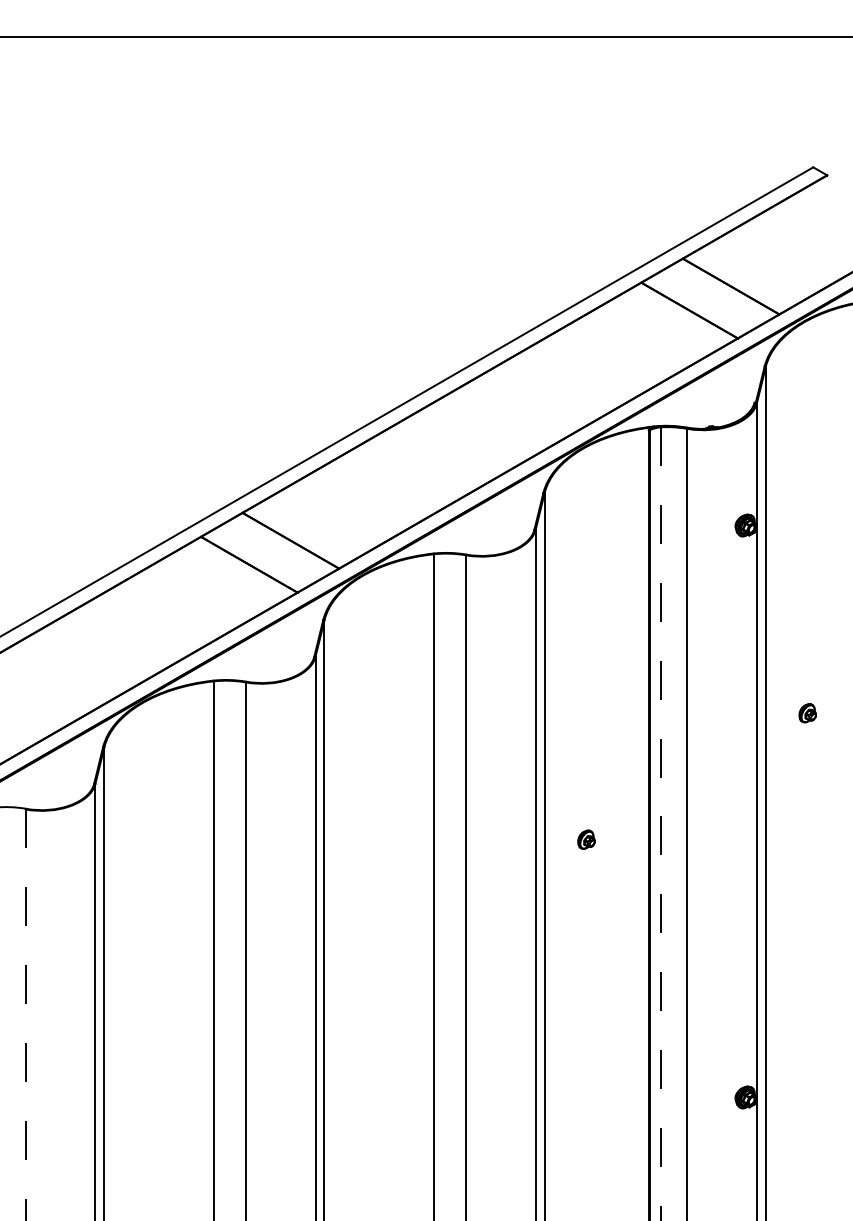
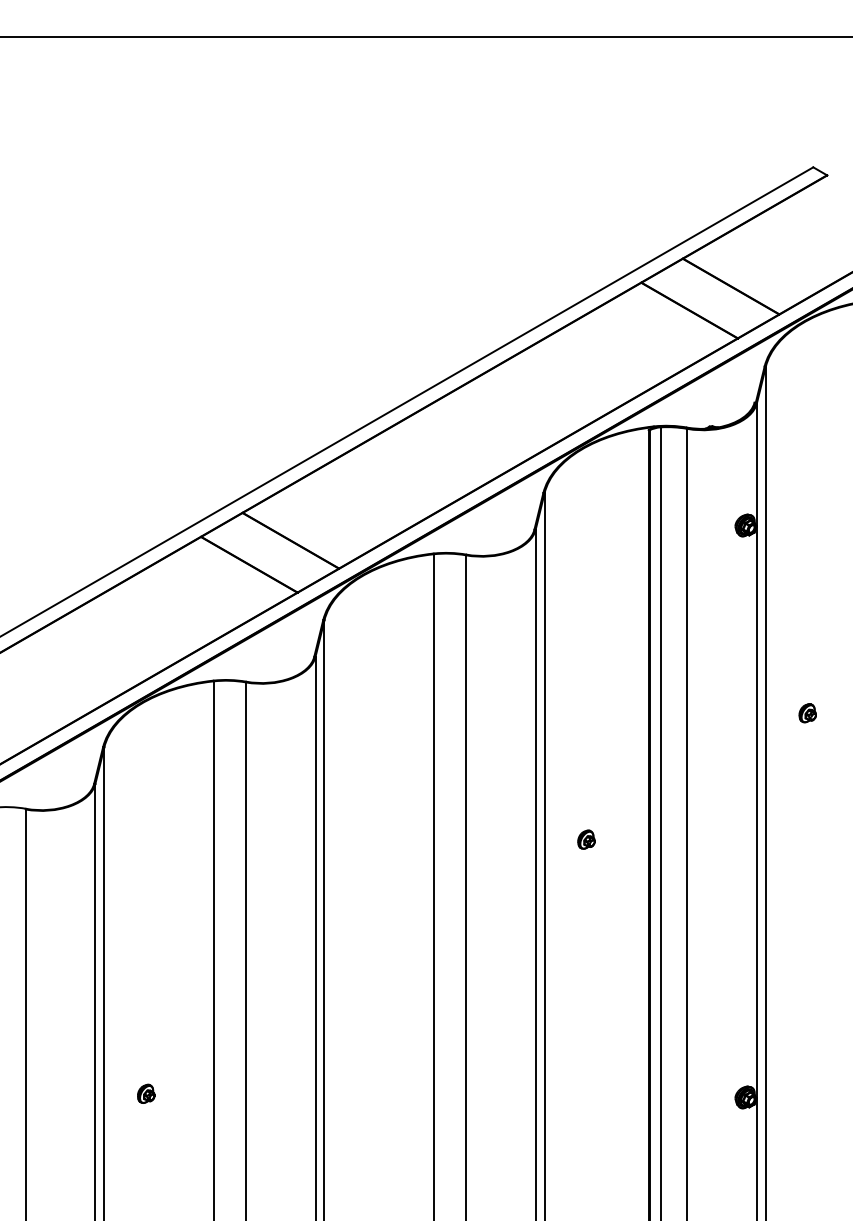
line at (661, 824): dashed -> solid
line at (25, 1015): dashed -> solid
part at (146, 1093): none -> present
